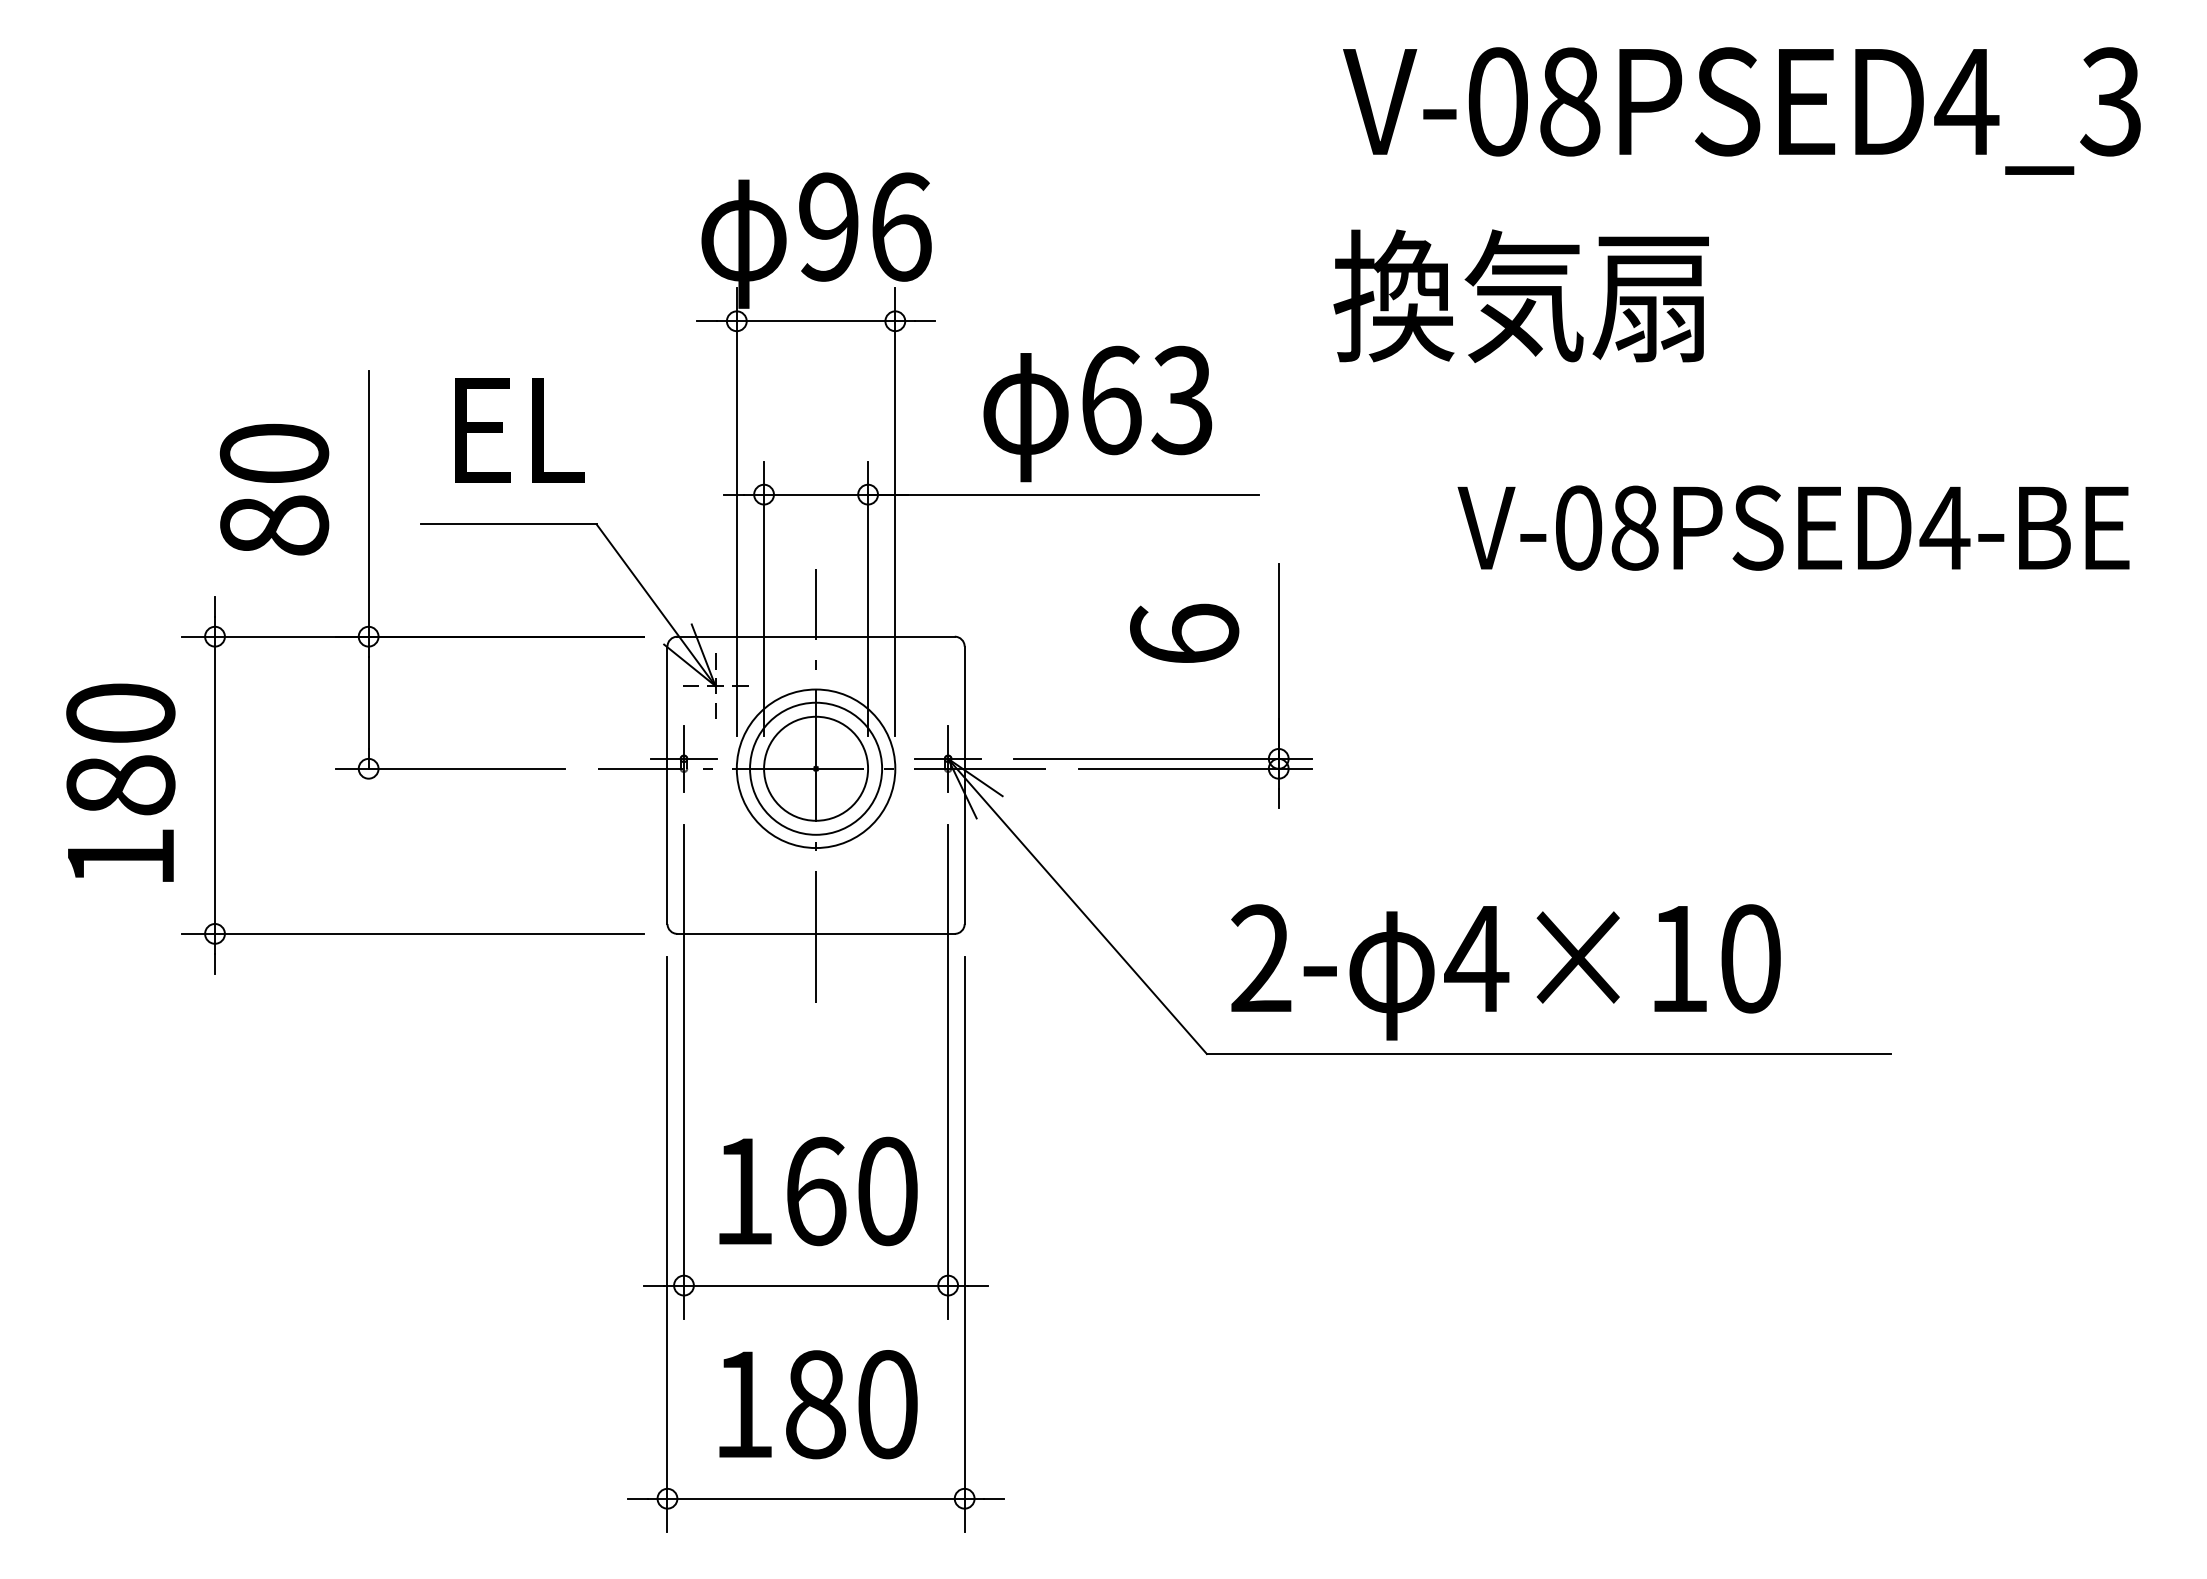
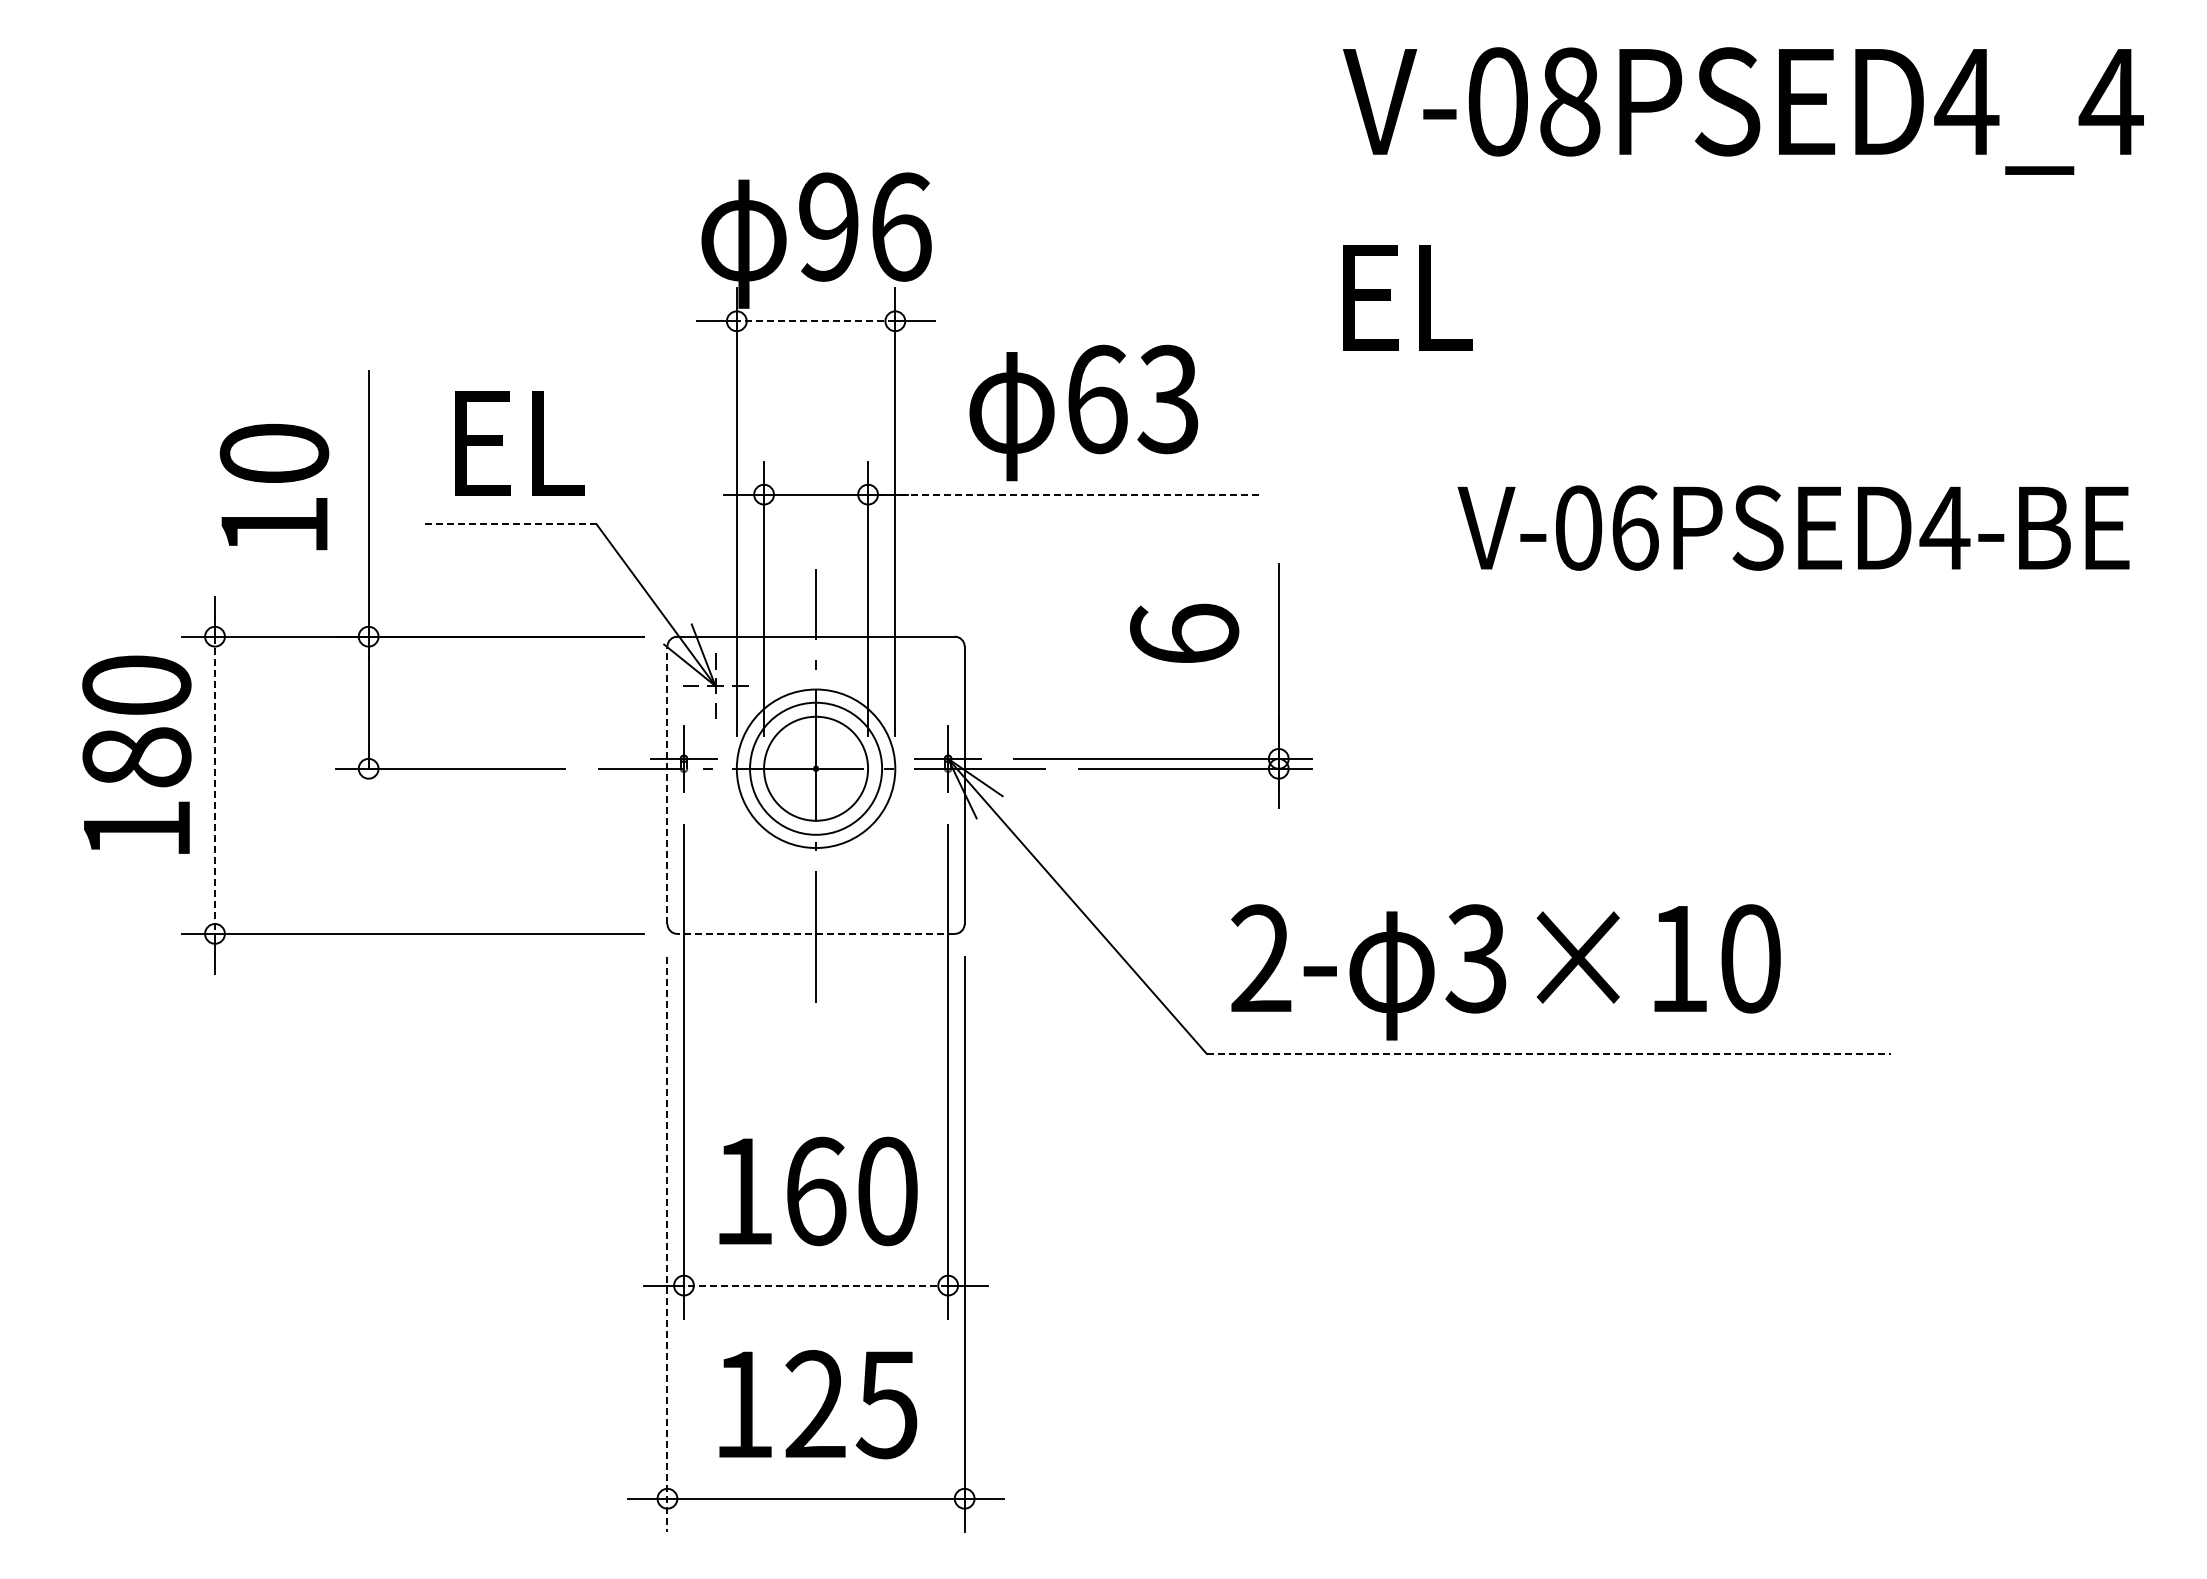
text at (2110, 101): V-08PSED4_3 -> V-08PSED4_4
text at (1520, 296): 換気扇 -> EL
line at (815, 321): solid -> dashed
text at (1097, 413) position: (1097, 413) -> (1083, 412)
text at (519, 430) position: (519, 430) -> (519, 443)
line at (1063, 494): solid -> dashed
line at (508, 524): solid -> dashed
text at (274, 525): 80 -> 10
text at (1634, 527): V-08PSED4-BE -> V-06PSED4-BE
text at (120, 782) position: (120, 782) -> (136, 754)
line at (215, 785): solid -> dashed
line at (667, 785): solid -> dashed
line at (816, 933): solid -> dashed
text at (1476, 958): 4×10 -> 3×10
line at (1549, 1054): solid -> dashed
line at (667, 1244): solid -> dashed
line at (815, 1285): solid -> dashed
text at (851, 1404): 180 -> 125
